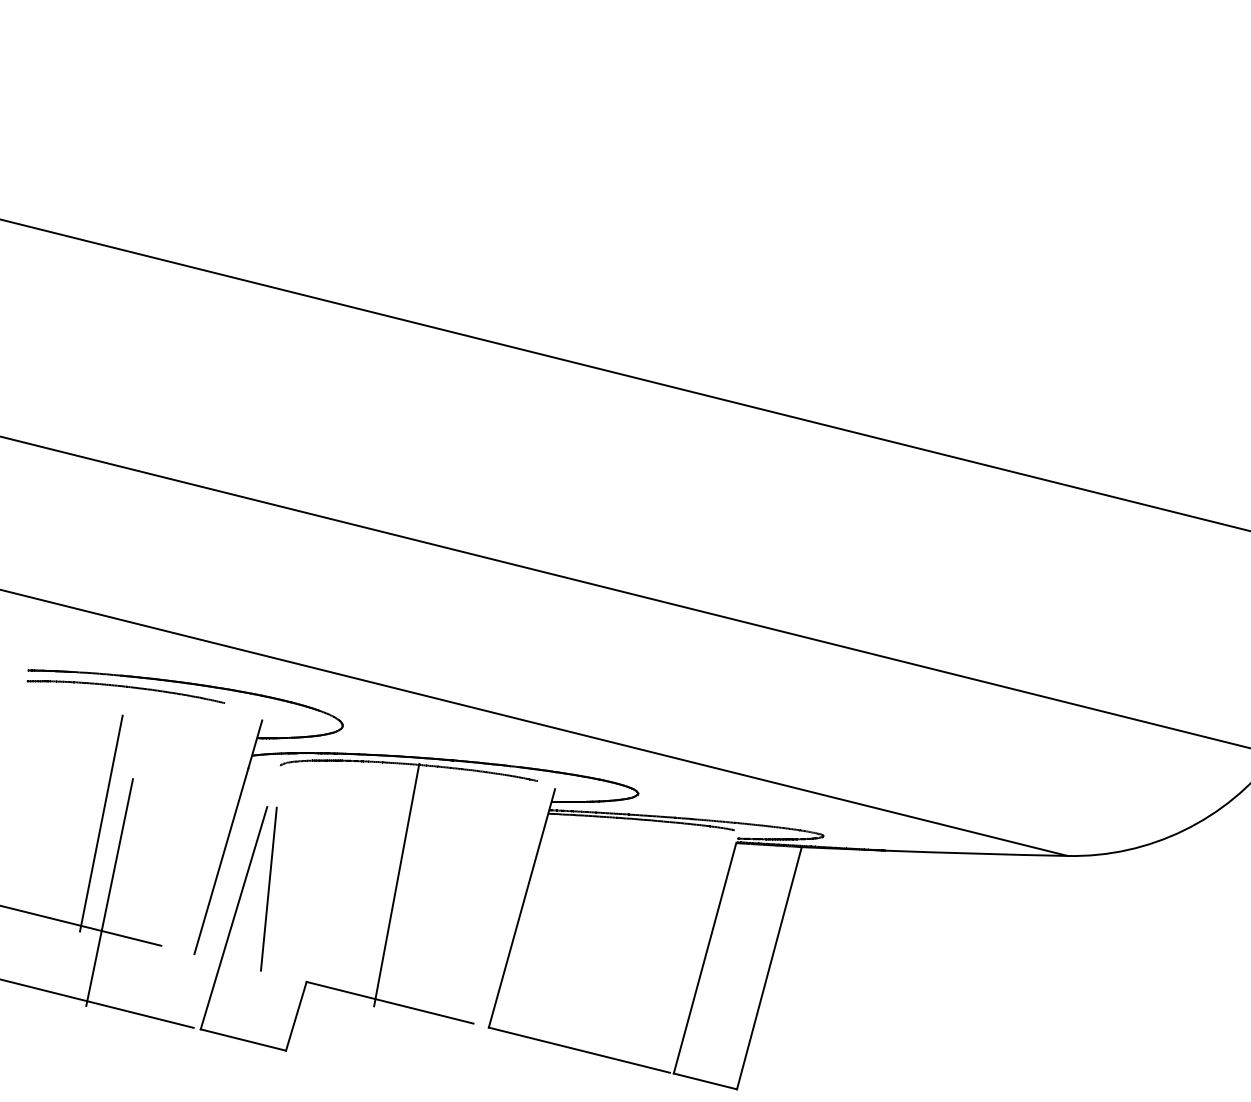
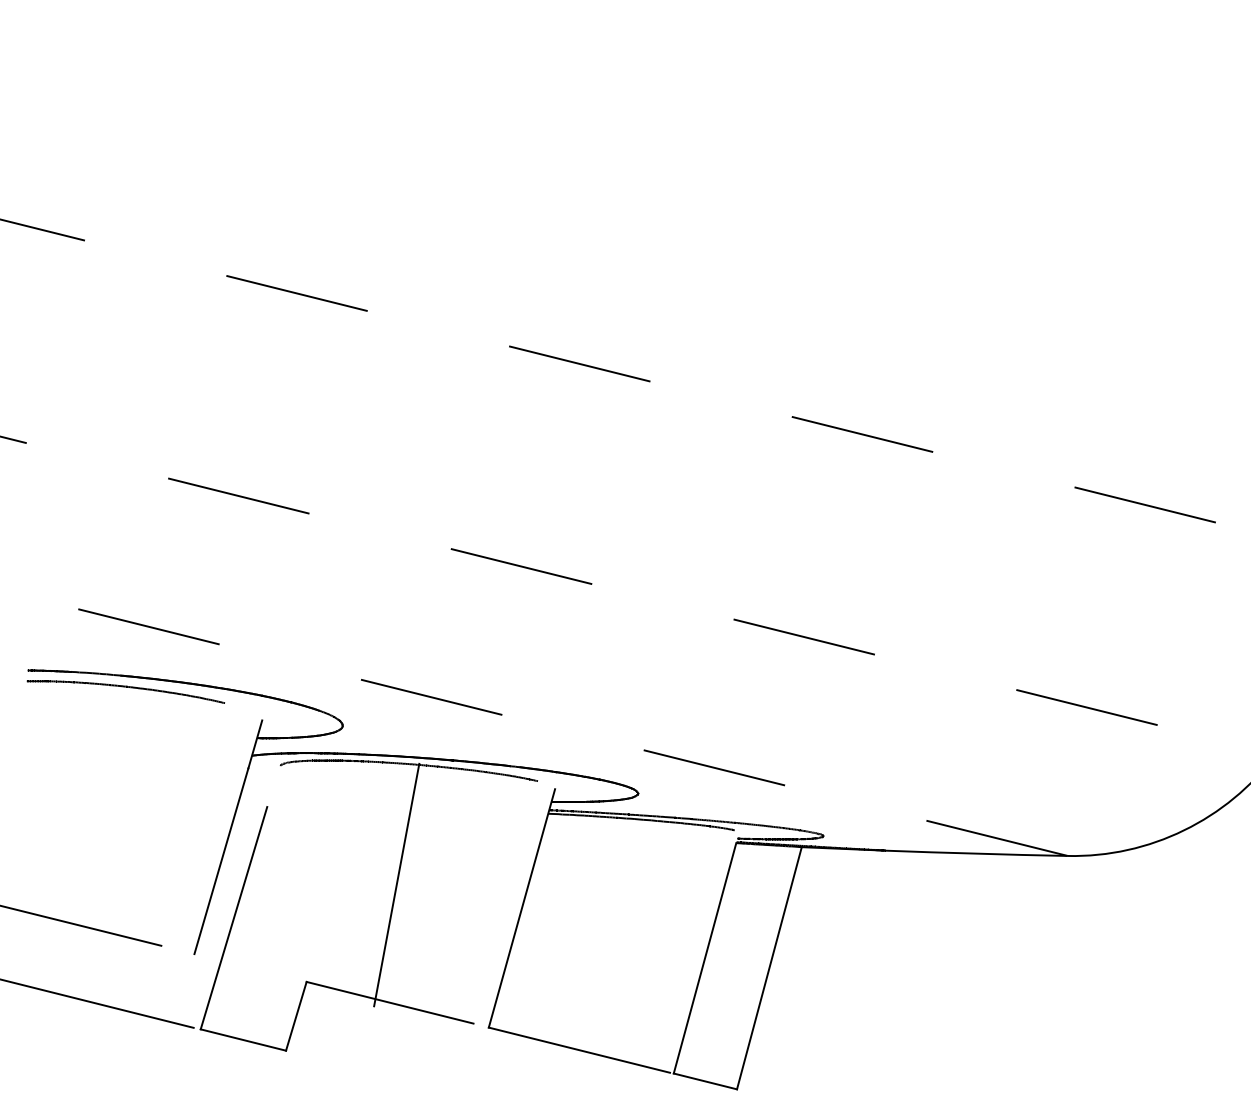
line at (625, 375): solid -> dashed
line at (625, 592): solid -> dashed
line at (534, 722): solid -> dashed
line at (101, 823): present -> none
line at (268, 888): present -> none
line at (109, 892): present -> none
